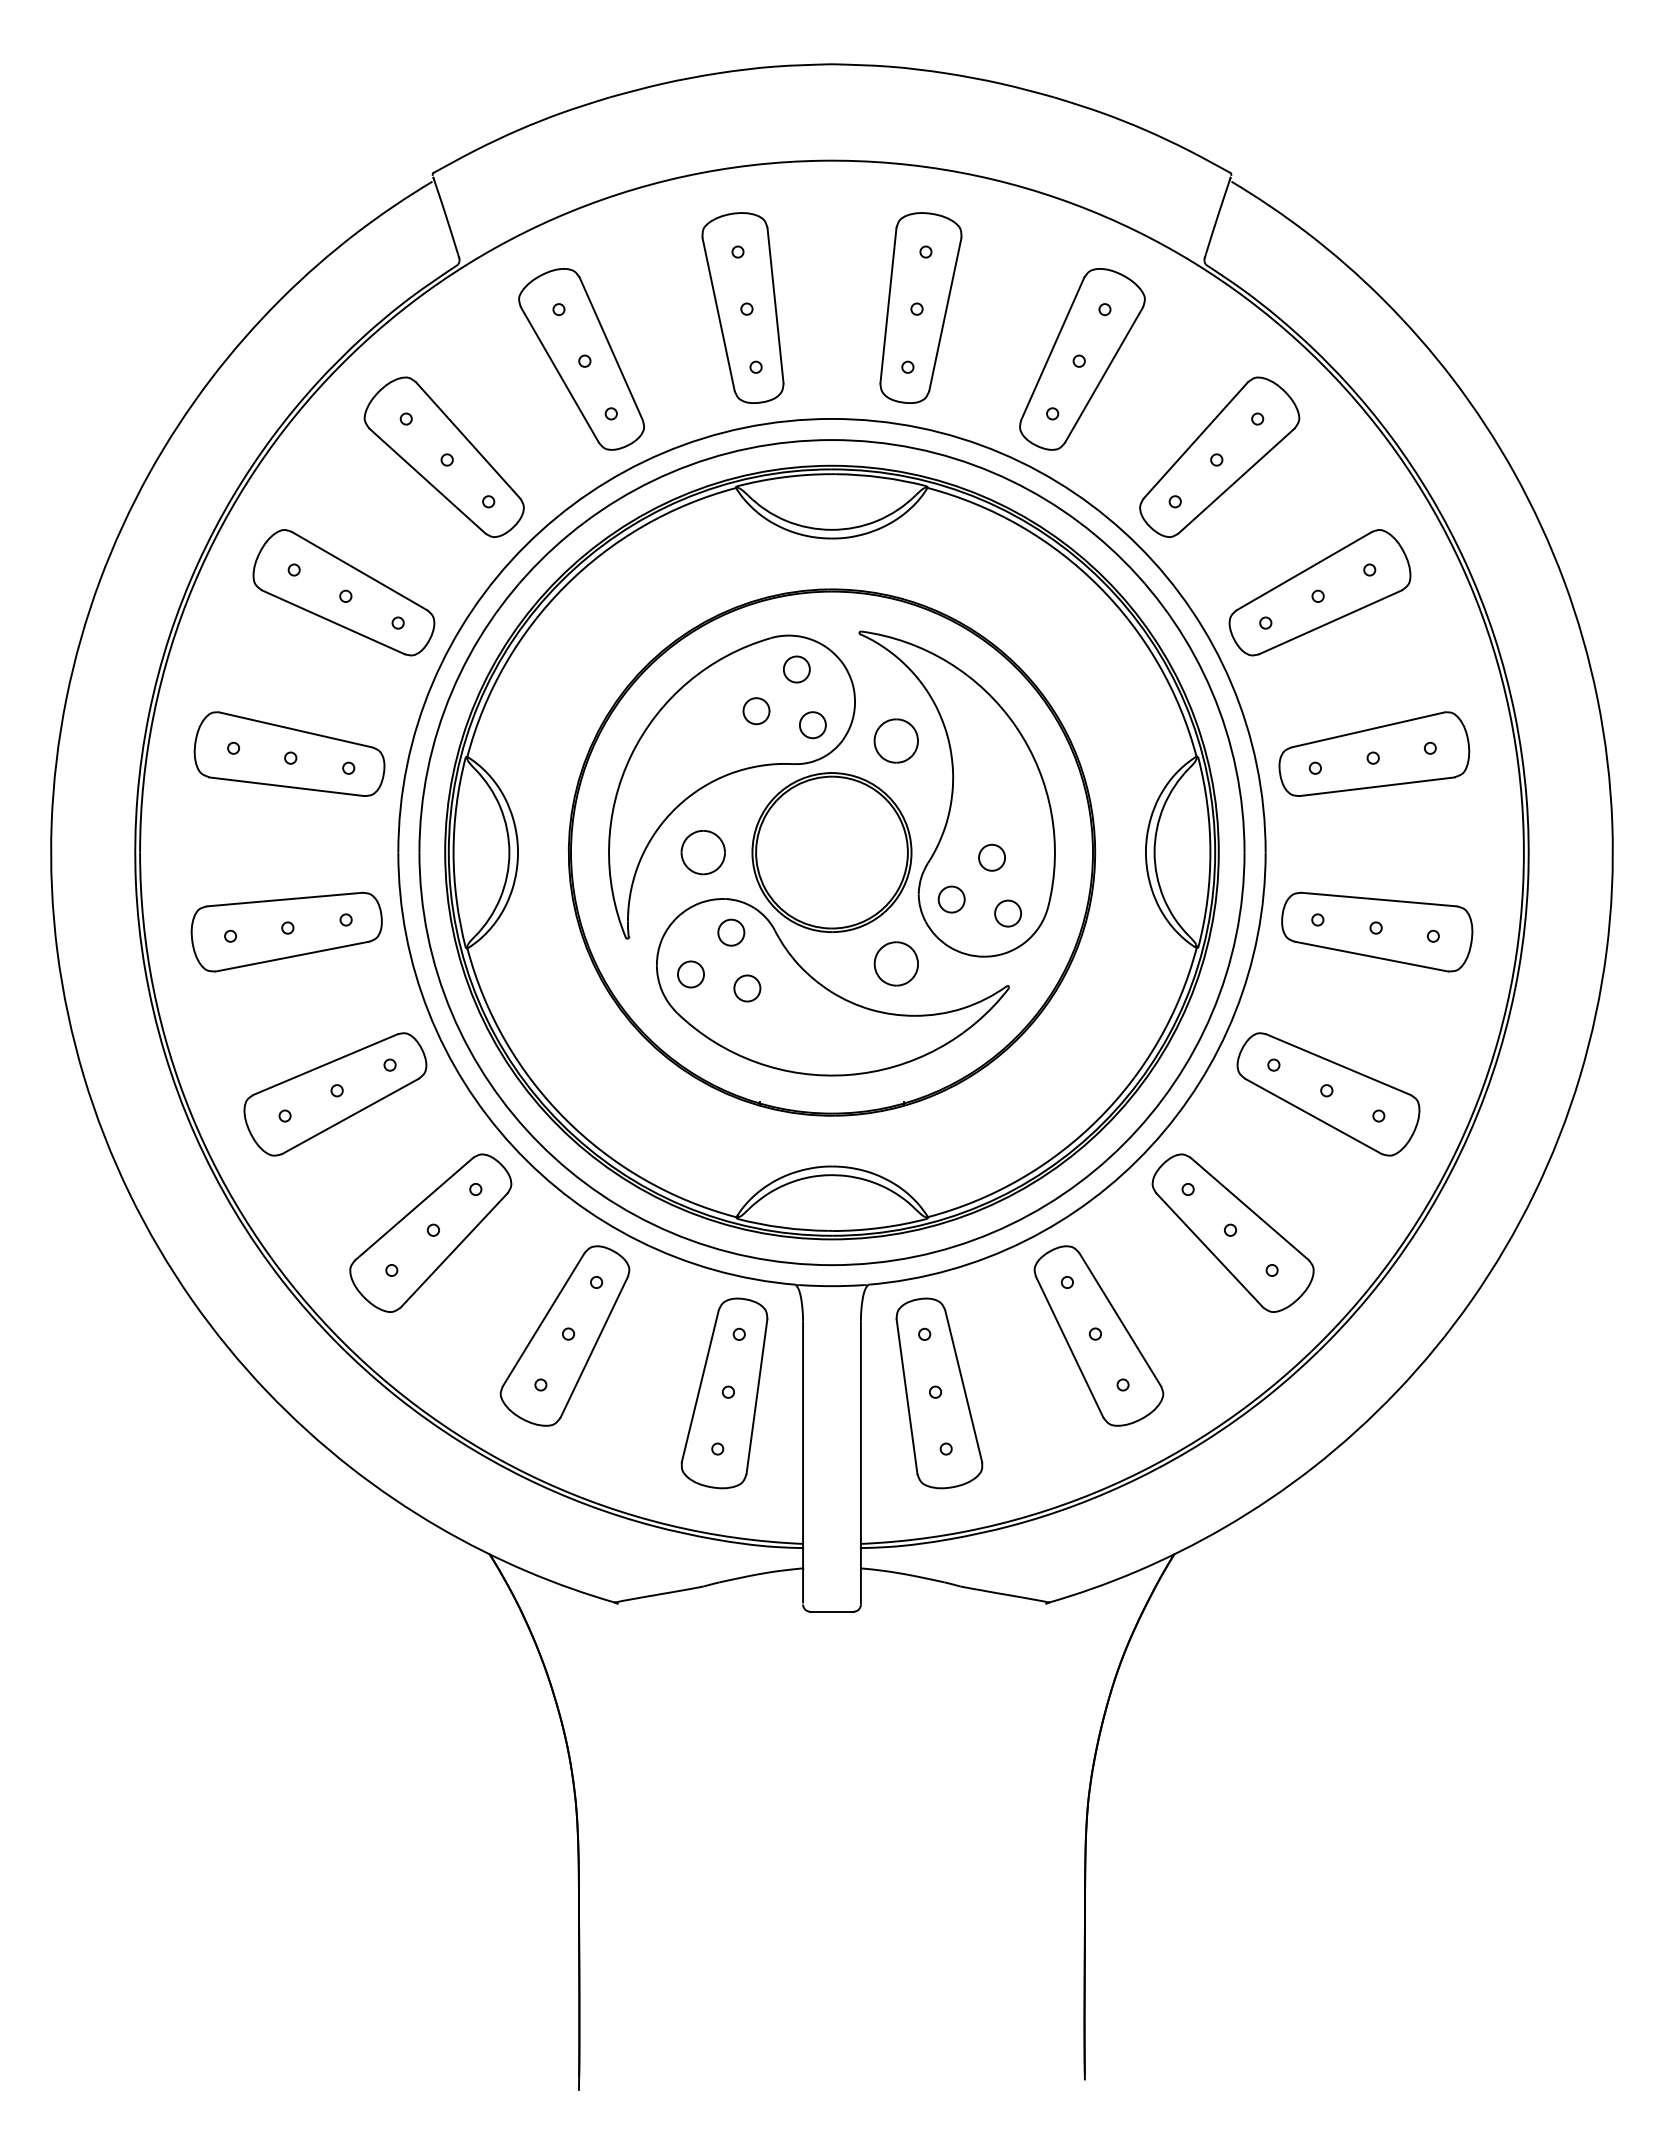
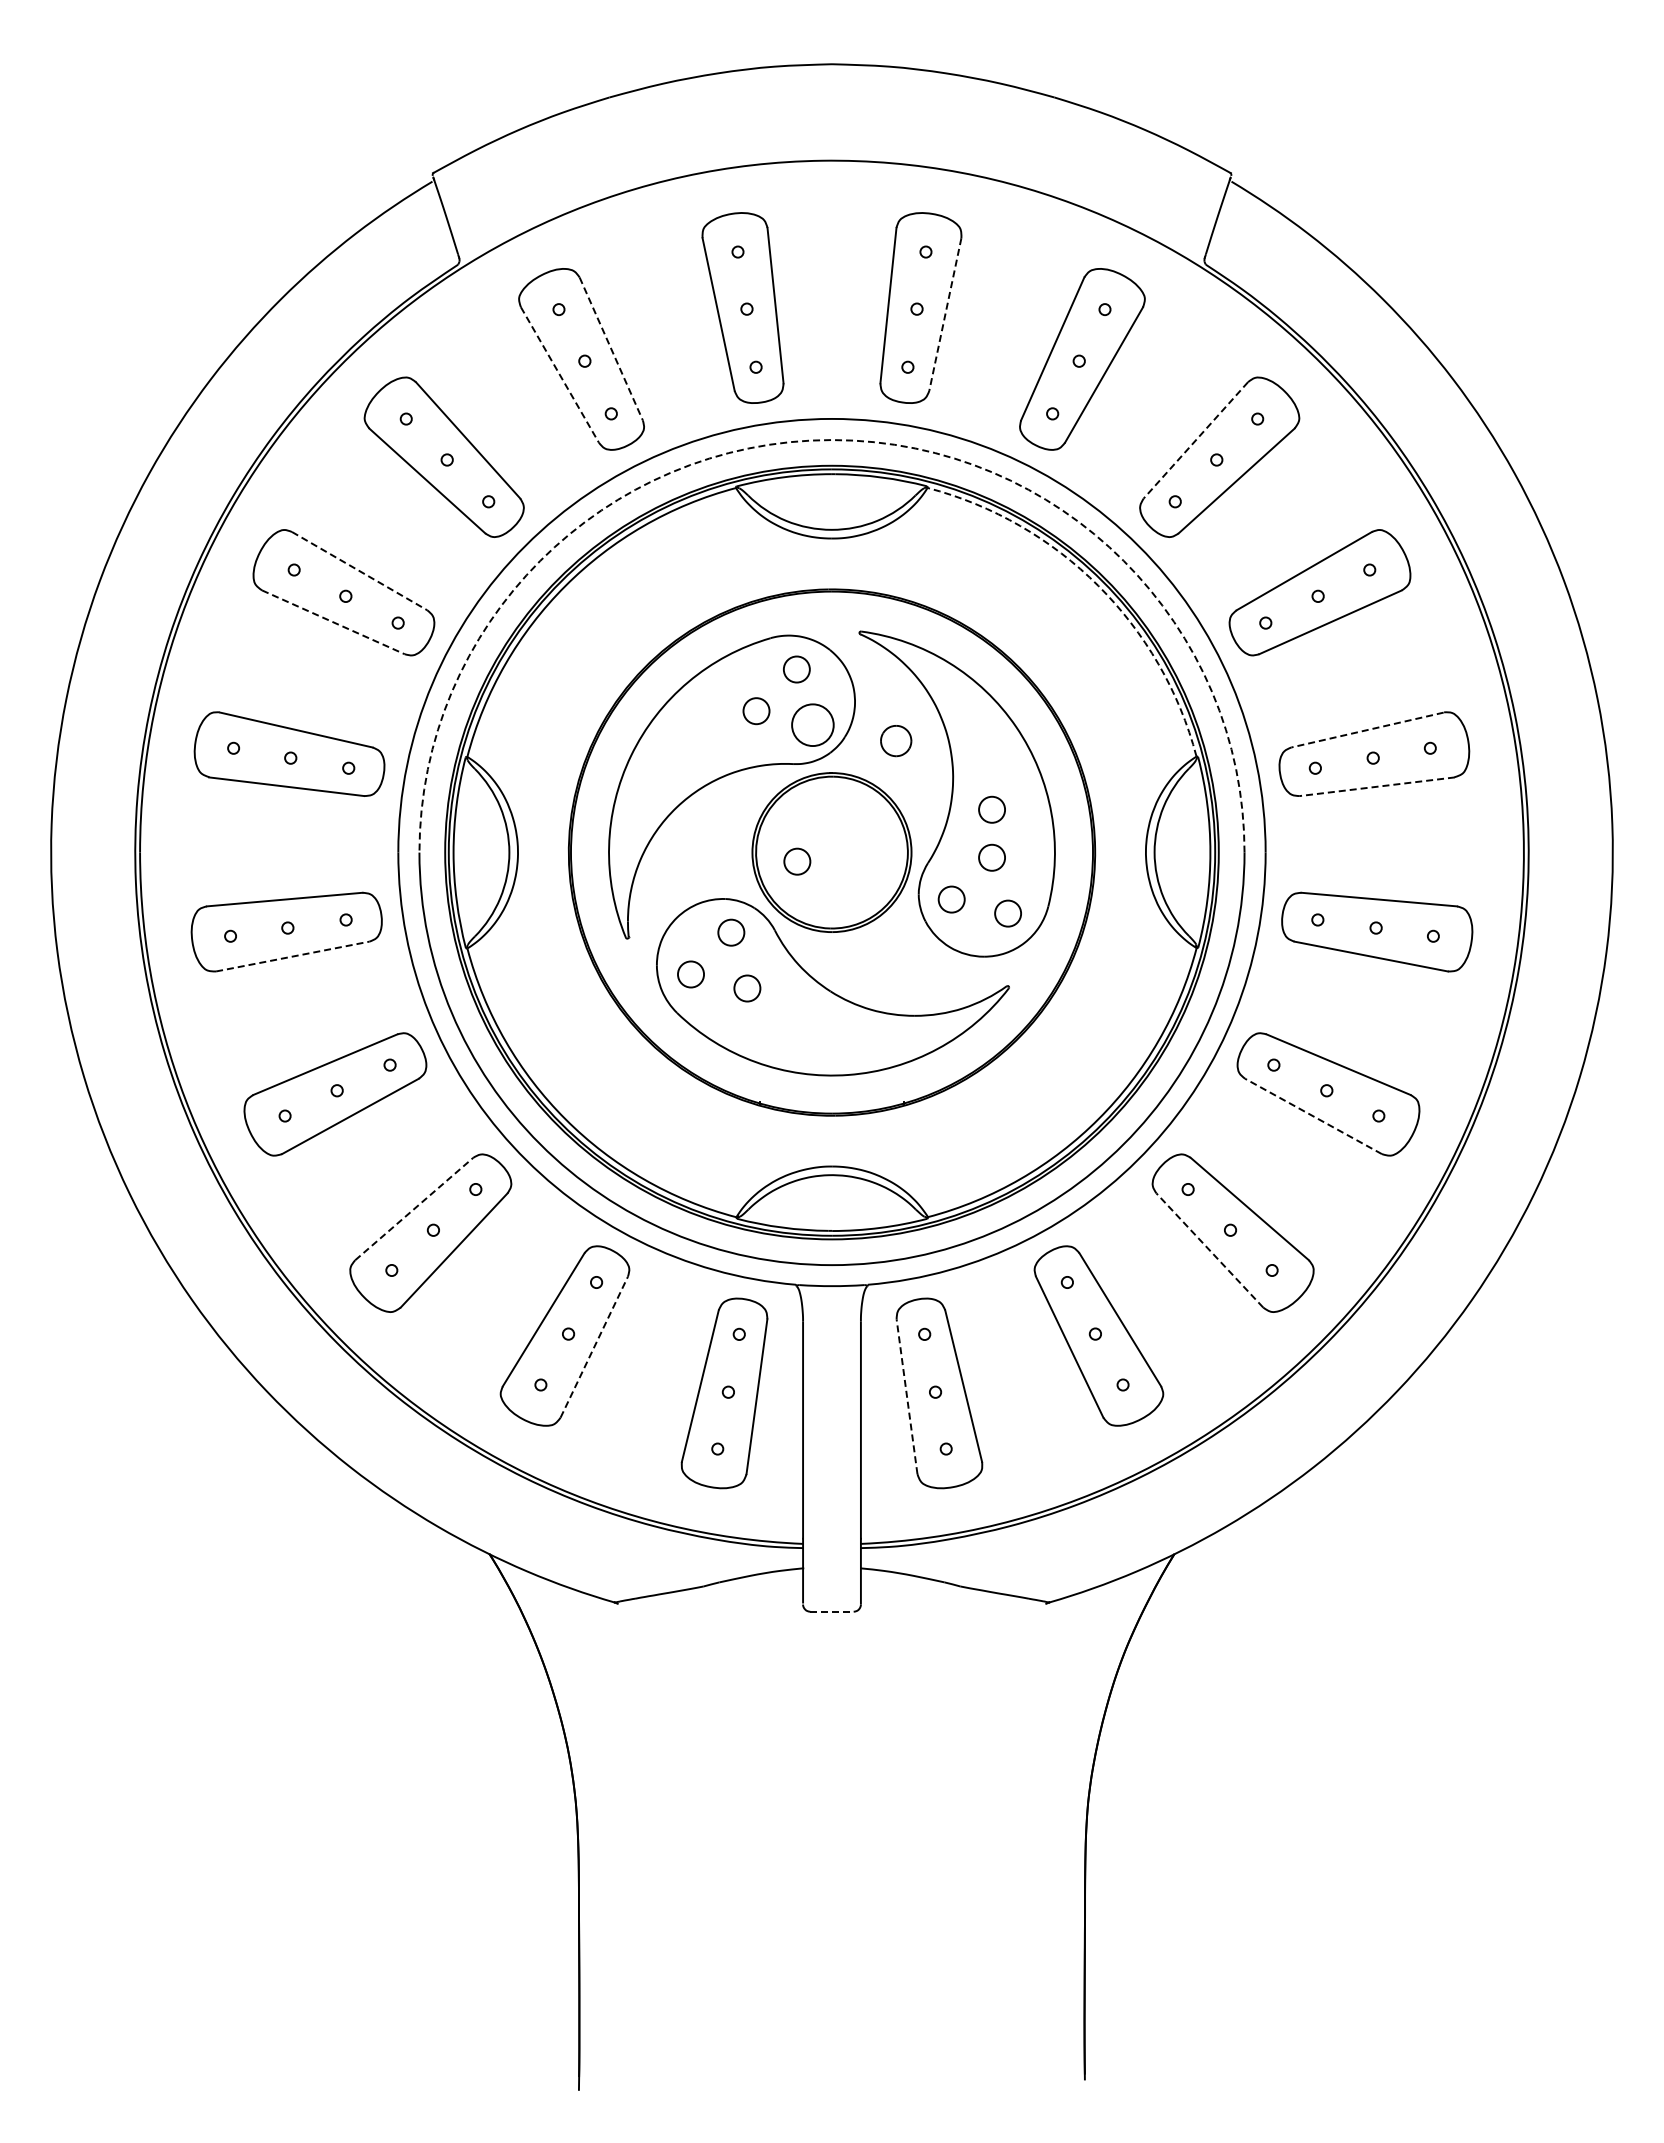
line at (945, 315): solid -> dashed
line at (611, 349): solid -> dashed
line at (560, 375): solid -> dashed
arc at (832, 440): solid -> dashed
line at (1195, 440): solid -> dashed
line at (360, 571): solid -> dashed
arc at (1098, 585): solid -> dashed
line at (333, 622): solid -> dashed
circle at (812, 725) diameter: 26 px -> 42 px
line at (1367, 730): solid -> dashed
part at (895, 740) size: 46x46 px -> 33x33 px
line at (1376, 786): solid -> dashed
circle at (991, 809): none -> present
part at (702, 852): present -> none
circle at (797, 861): none -> present
line at (293, 956): solid -> dashed
part at (895, 963): present -> none
line at (1313, 1116): solid -> dashed
line at (414, 1208): solid -> dashed
line at (1209, 1250): solid -> dashed
line at (594, 1346): solid -> dashed
line at (906, 1396): solid -> dashed
line at (832, 1611): solid -> dashed
